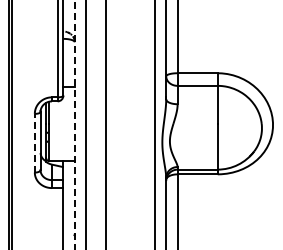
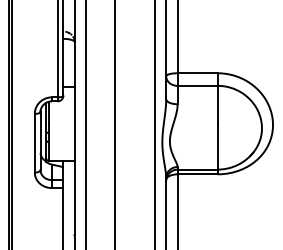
line at (105, 124) position: (105, 124) -> (114, 124)
line at (74, 125): dashed -> solid
line at (34, 142): dashed -> solid
